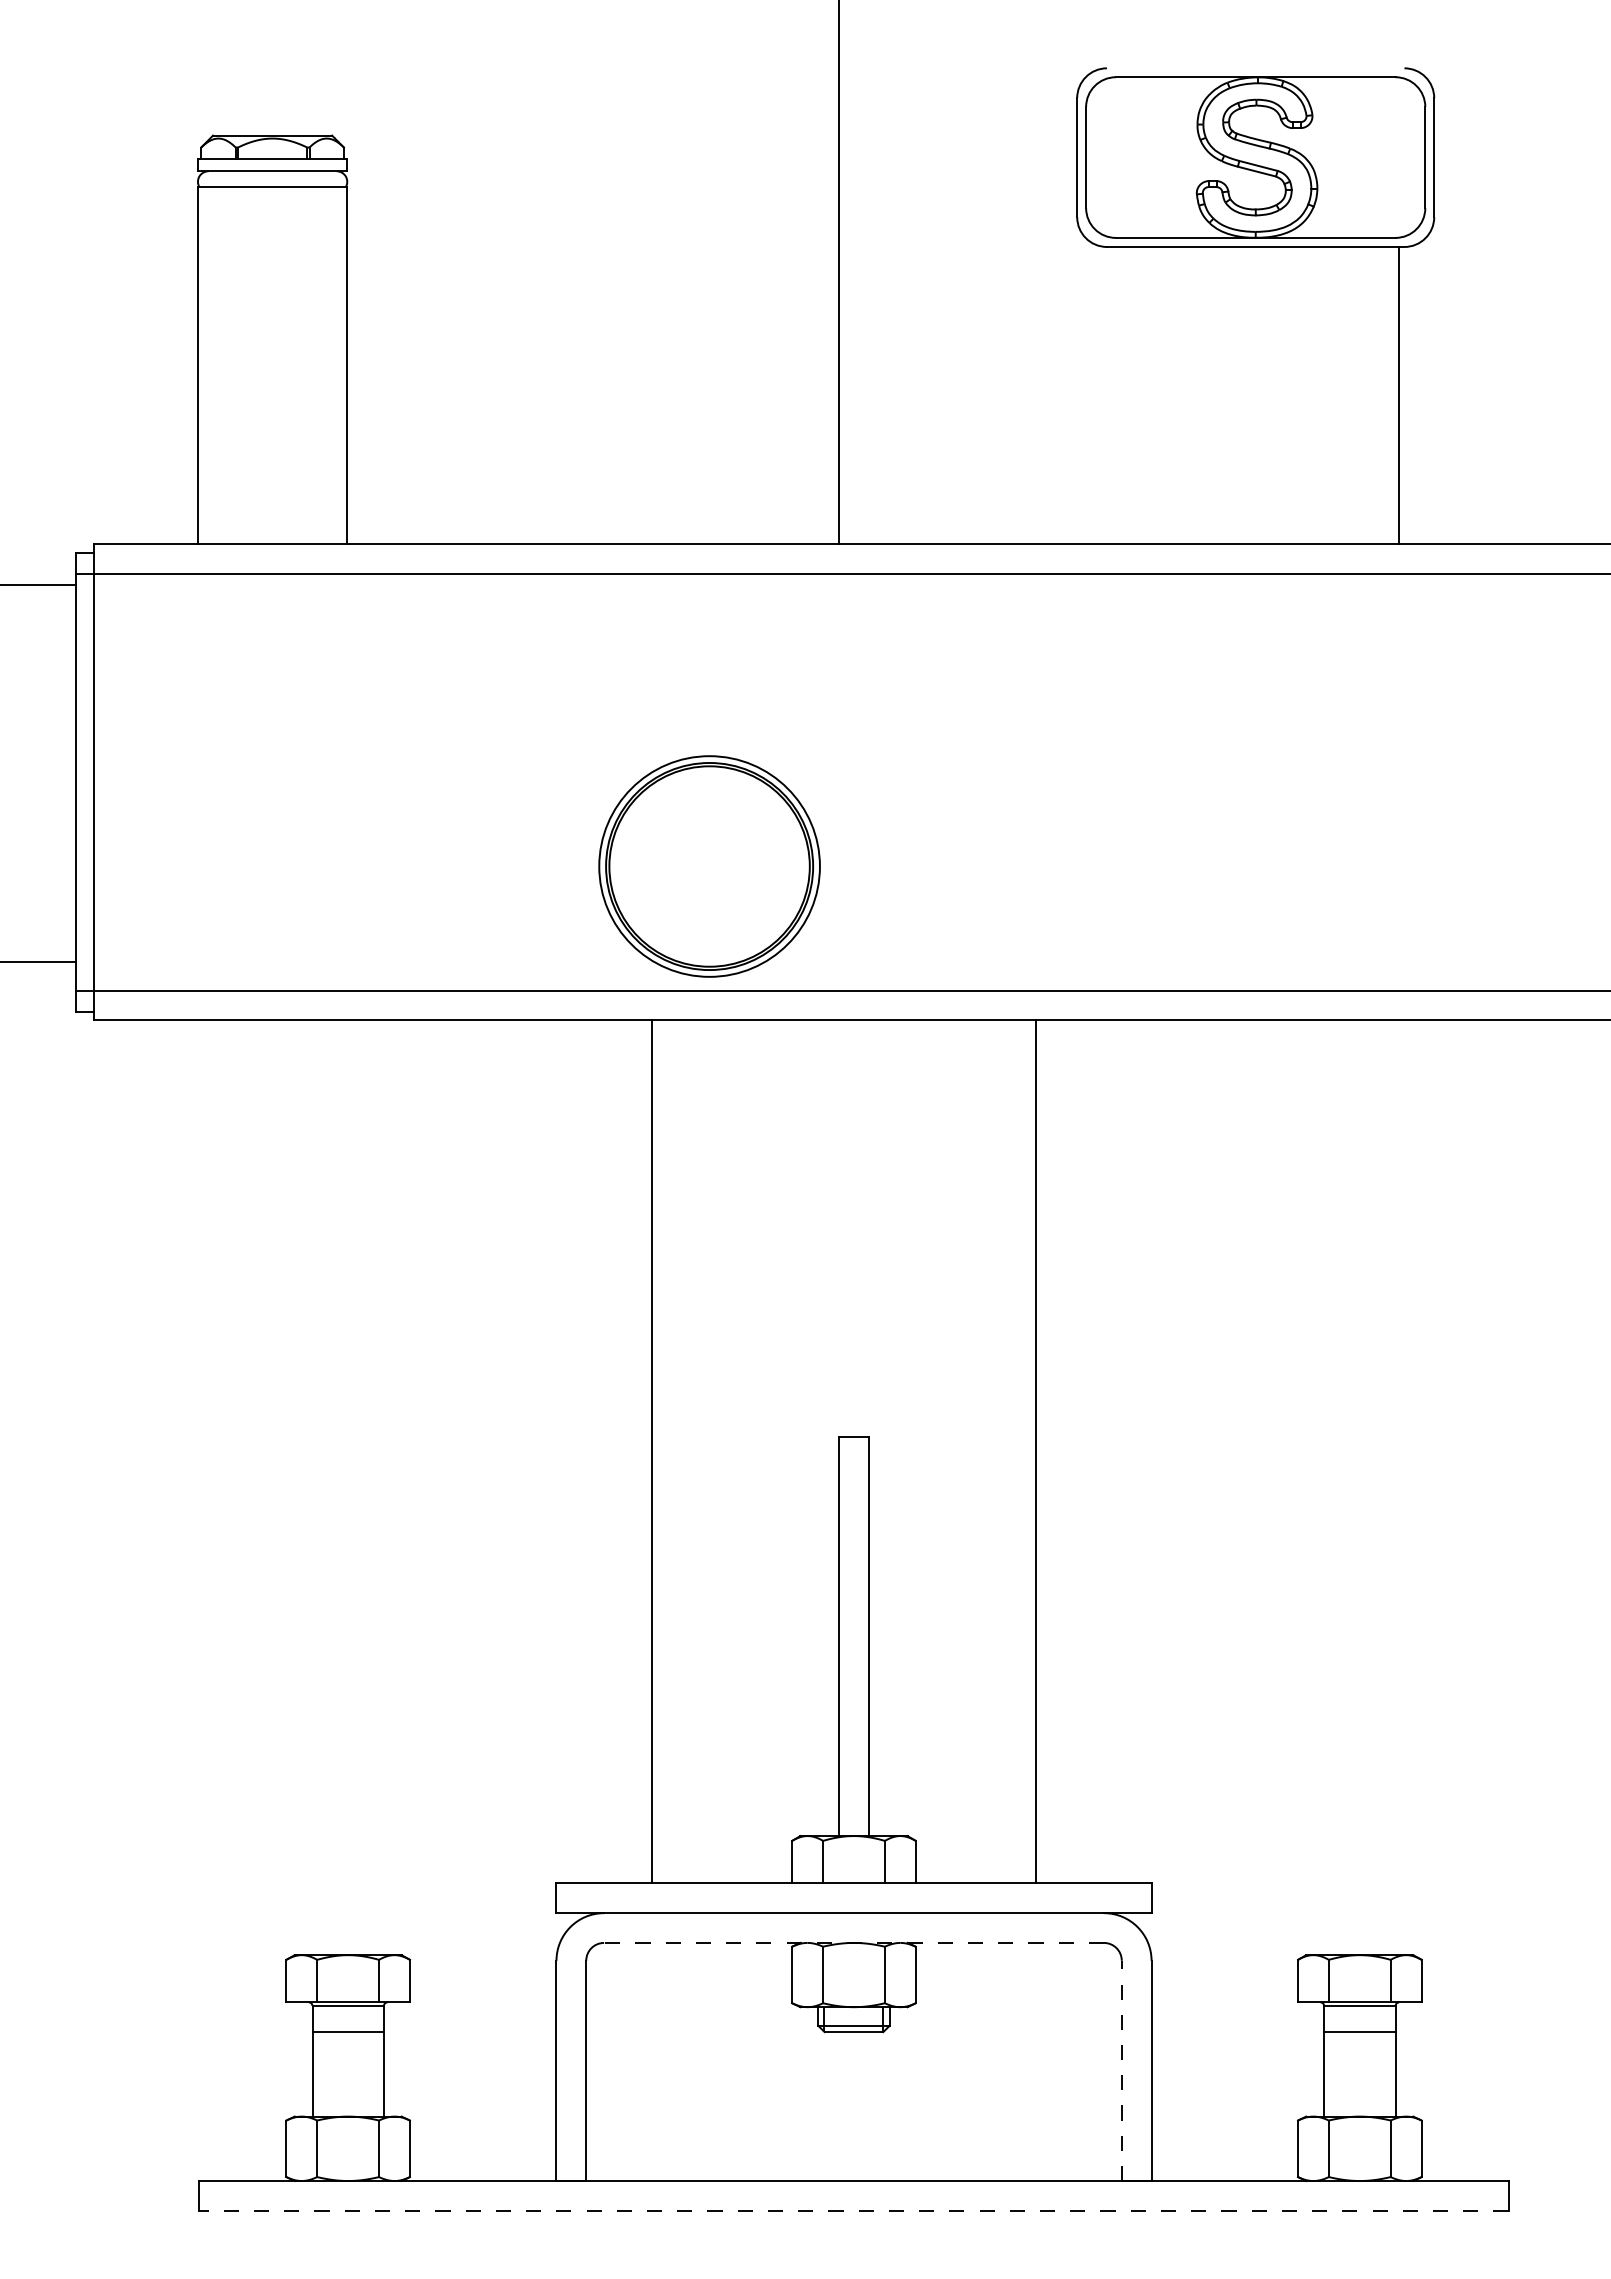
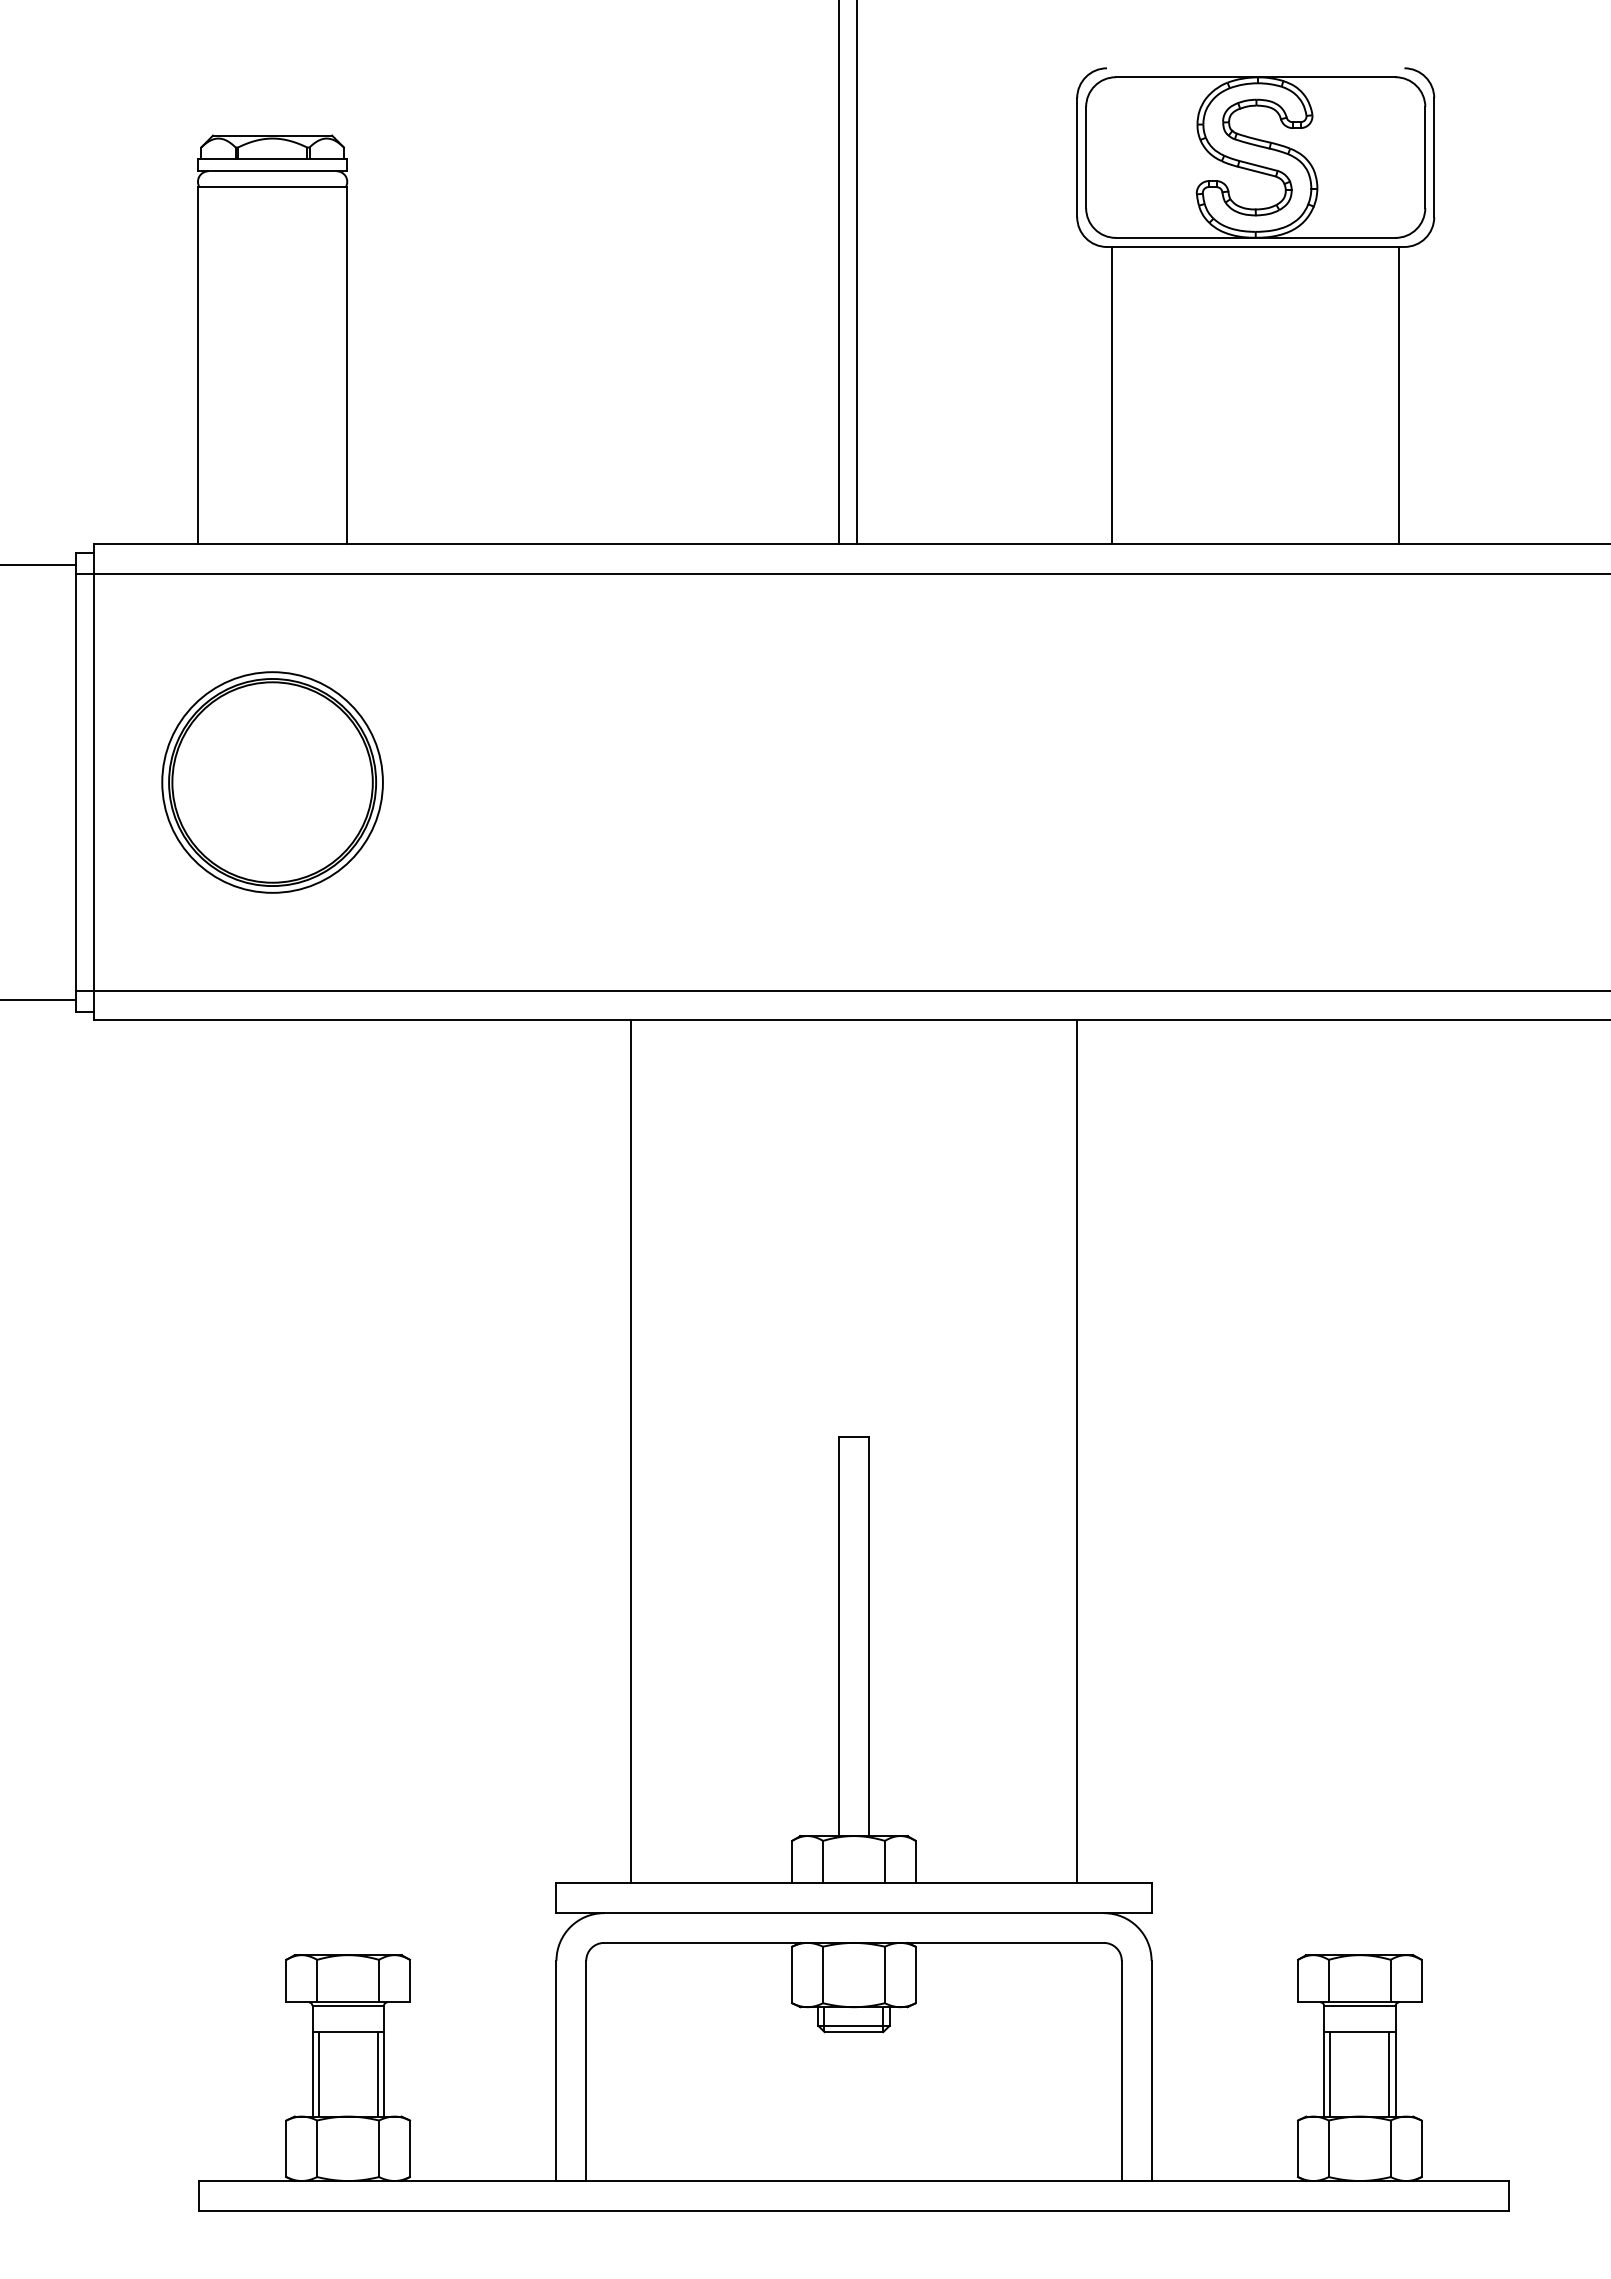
line at (856, 273): none -> present
line at (1111, 395): none -> present
line at (39, 584) position: (39, 584) -> (39, 564)
part at (709, 866) position: (709, 866) -> (272, 782)
line at (39, 962) position: (39, 962) -> (39, 1000)
line at (651, 1451) position: (651, 1451) -> (630, 1451)
line at (1036, 1451) position: (1036, 1451) -> (1077, 1451)
line at (854, 1942): dashed -> solid
line at (1121, 2070): dashed -> solid
line at (318, 2074): none -> present
line at (377, 2074): none -> present
line at (1330, 2074): none -> present
line at (1389, 2074): none -> present
line at (854, 2210): dashed -> solid
